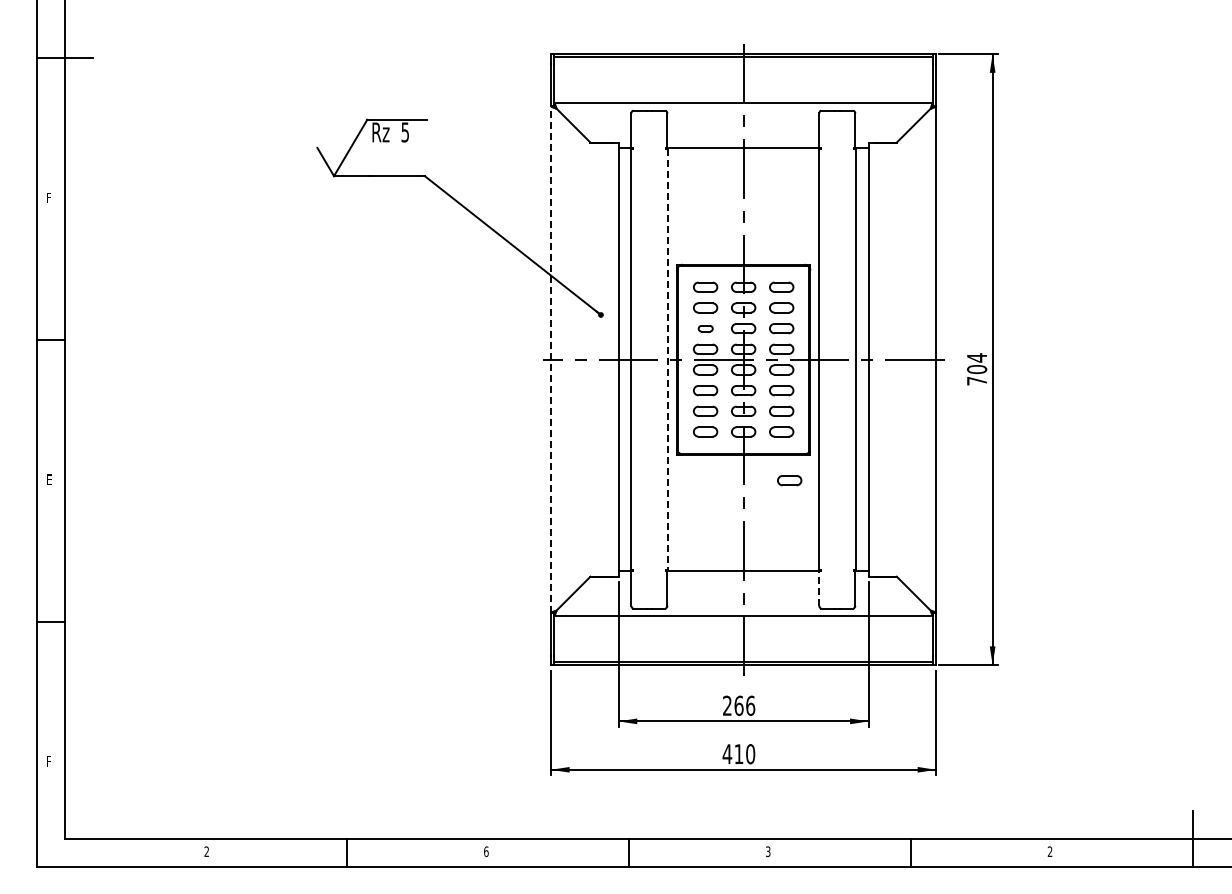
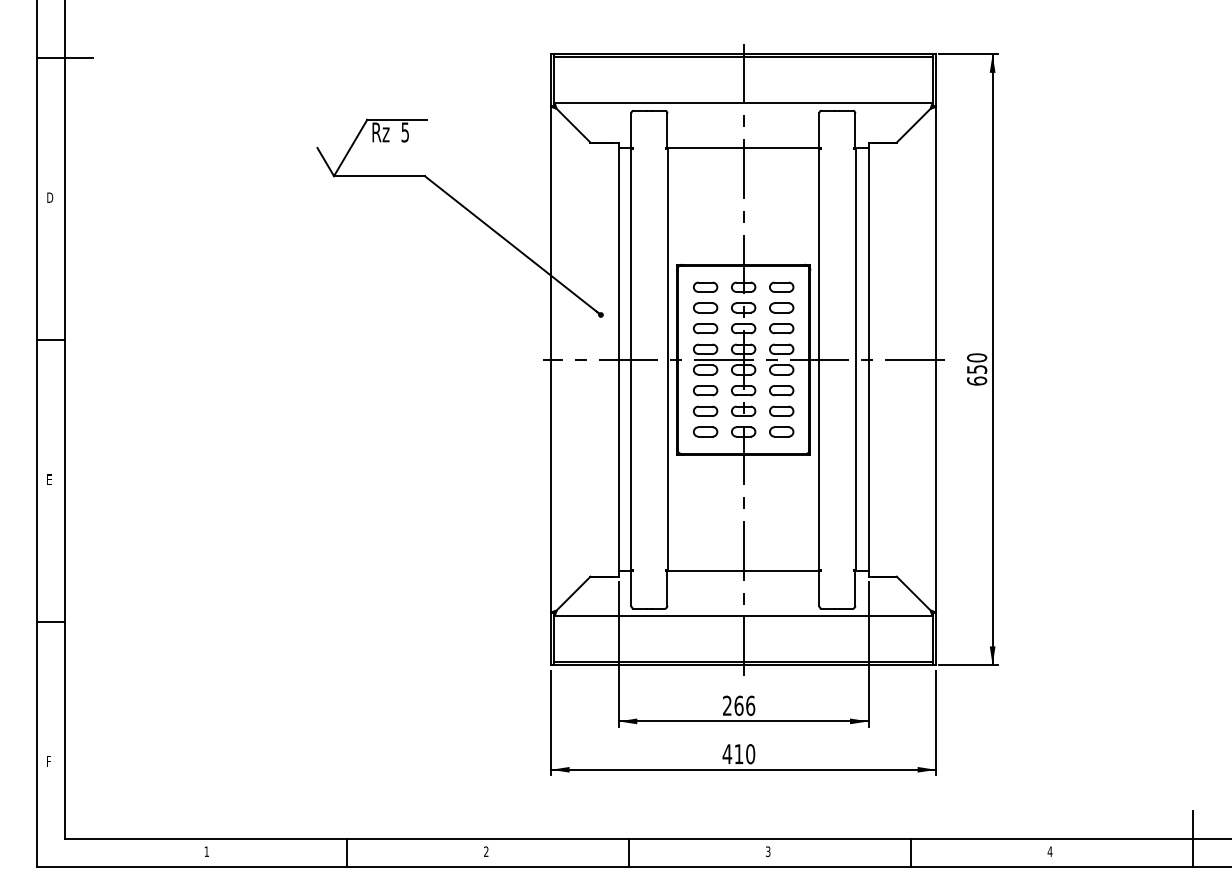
text at (50, 197): F -> D
part at (705, 328) size: 17x8 px -> 26x12 px
line at (551, 359): dashed -> solid
line at (667, 360): dashed -> solid
text at (977, 369): 704 -> 650
part at (789, 480): present -> none
line at (819, 587): dashed -> solid
text at (206, 851): 2 -> 1
text at (486, 851): 6 -> 2
text at (1049, 851): 2 -> 4
